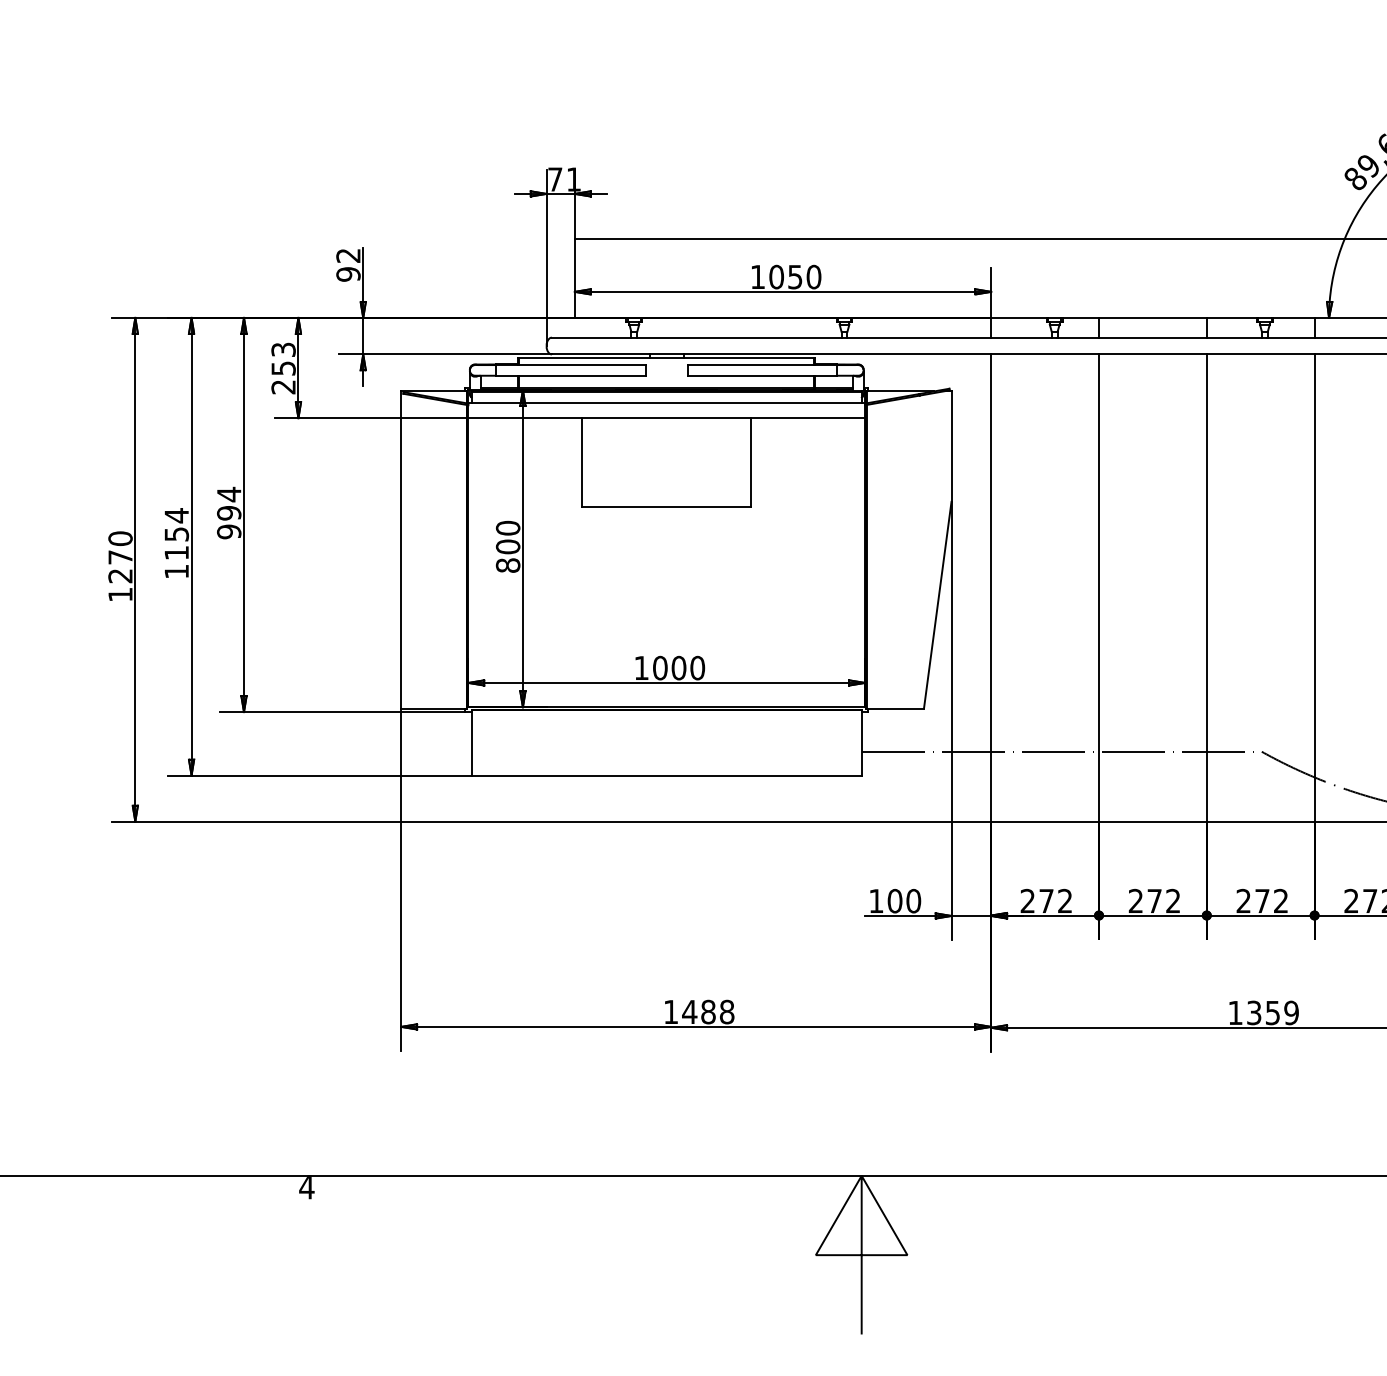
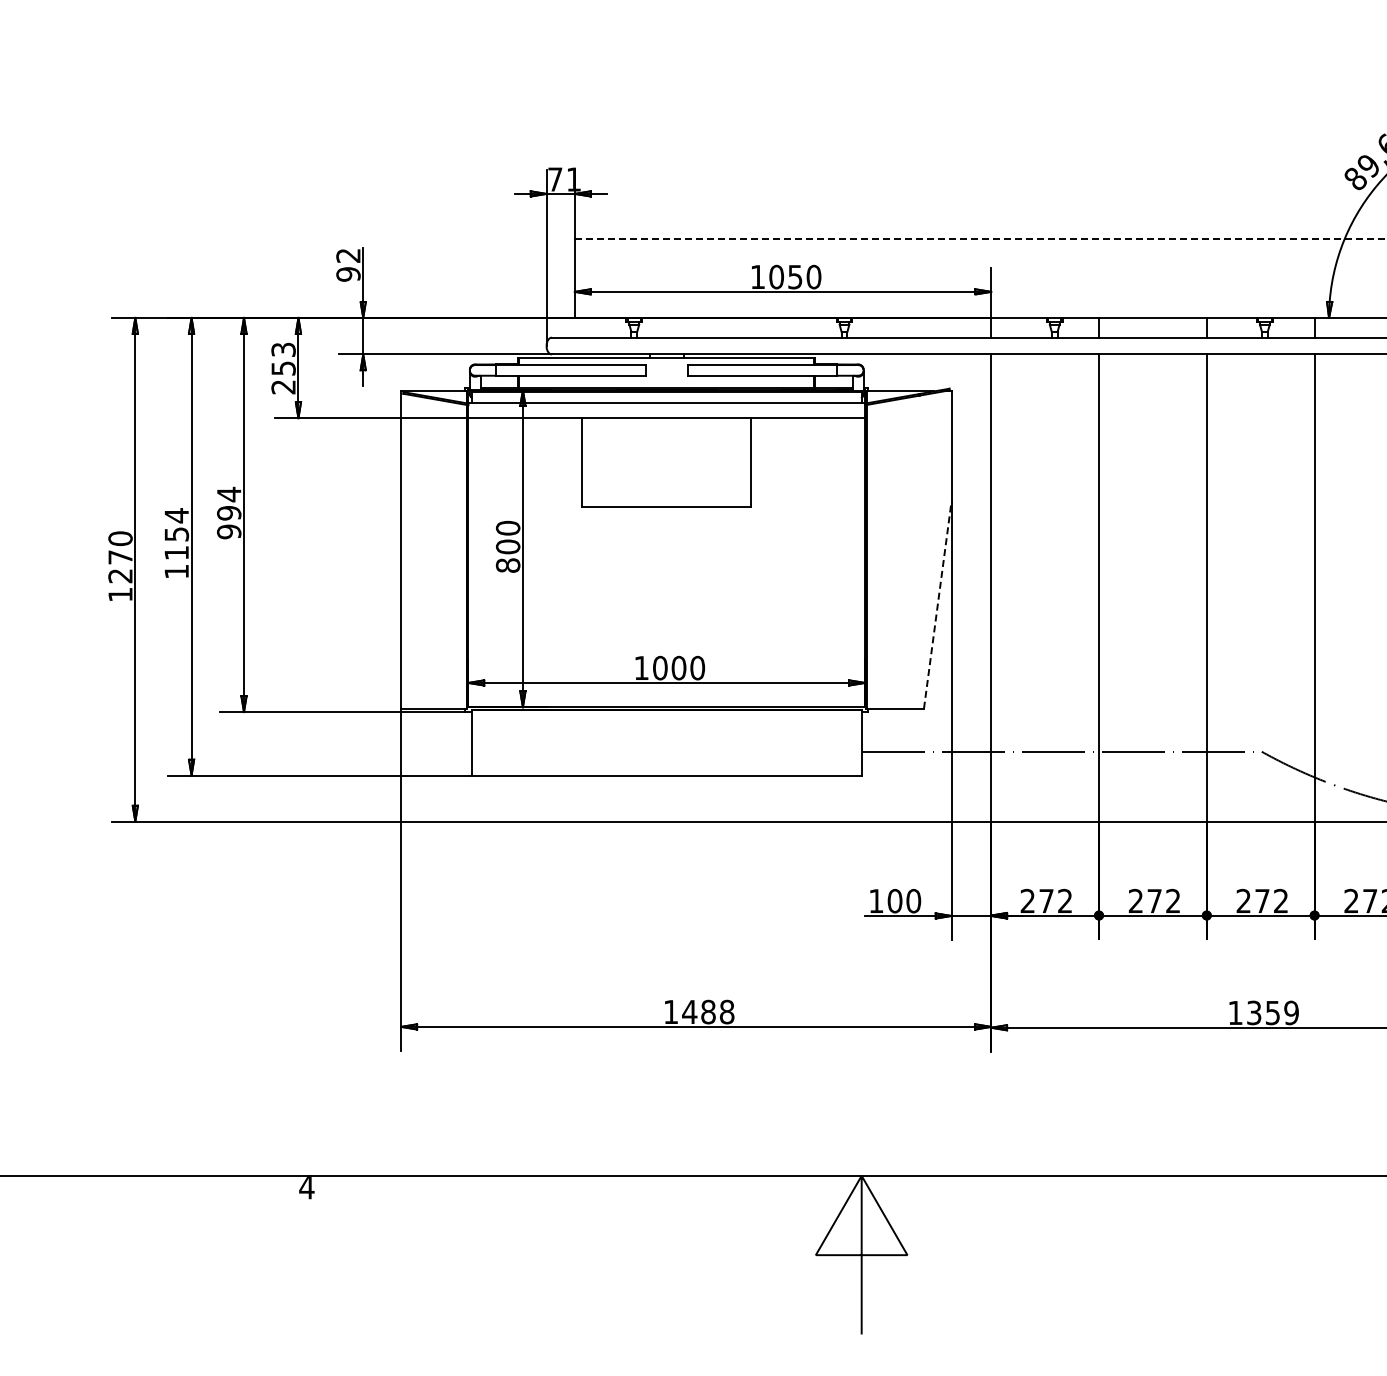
line at (980, 238): solid -> dashed
line at (937, 604): solid -> dashed
